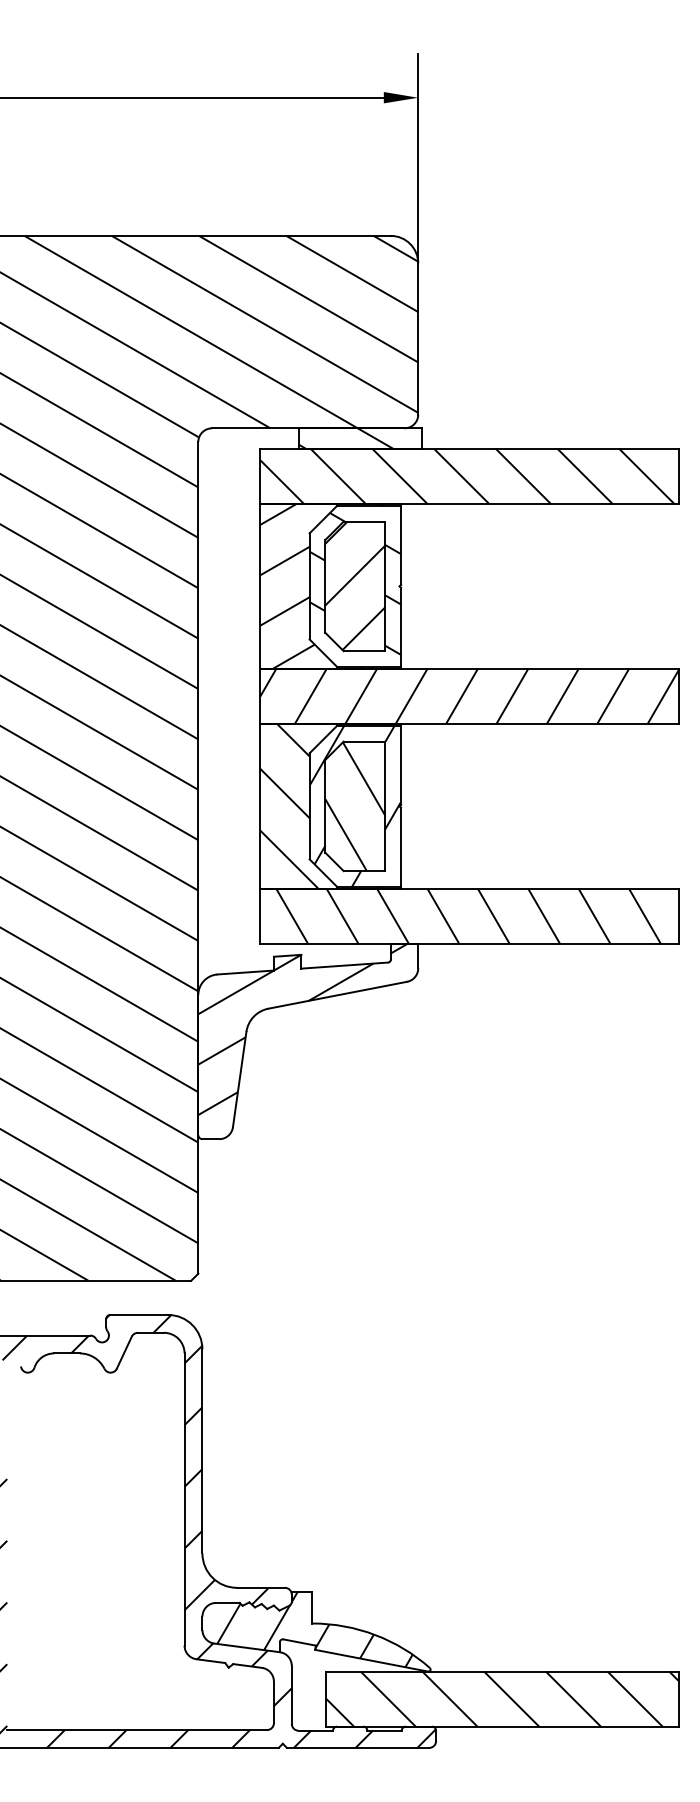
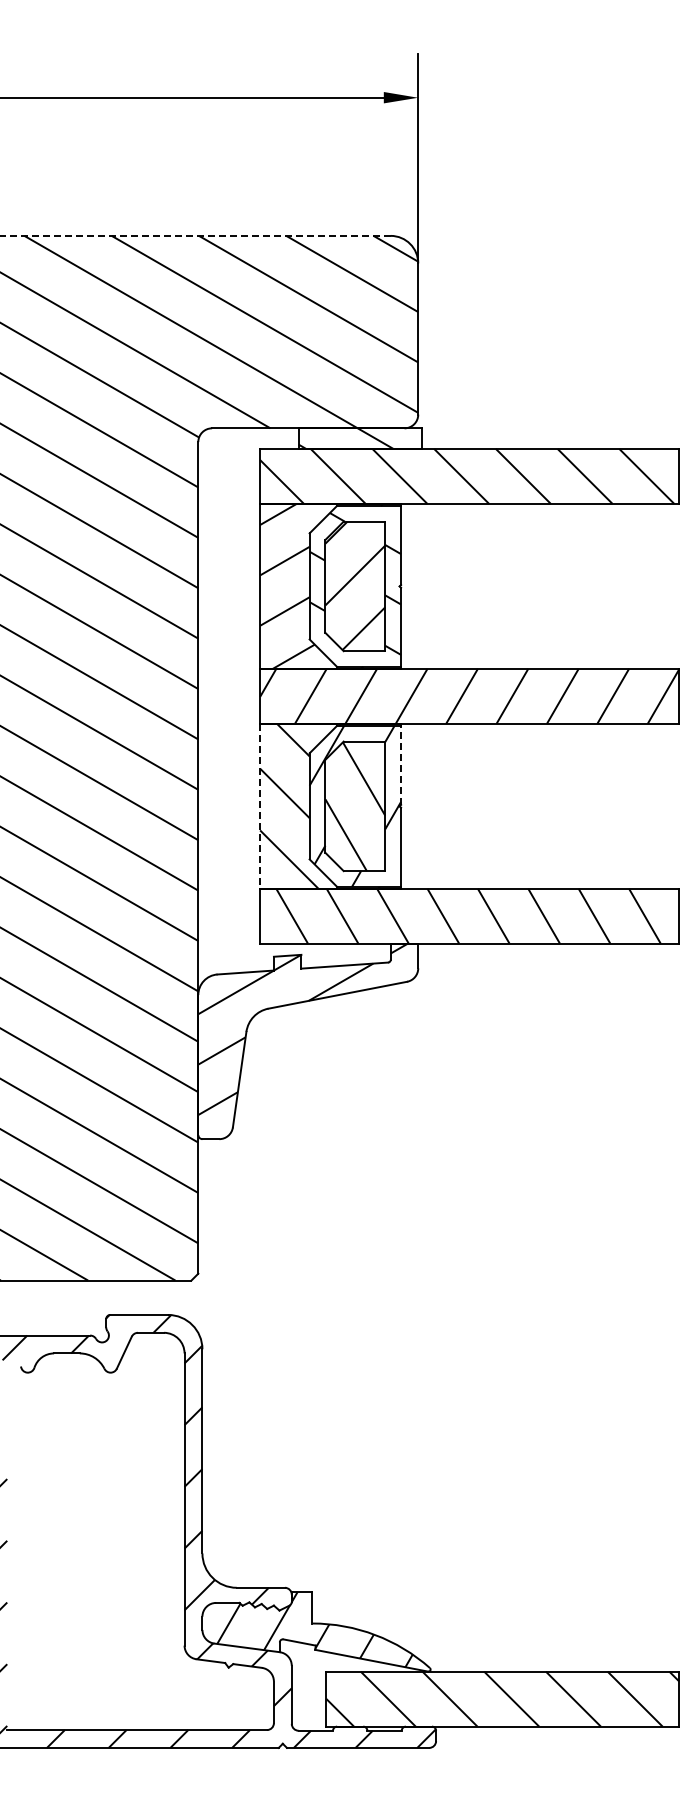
line at (195, 235): solid -> dashed
line at (401, 765): solid -> dashed
line at (260, 806): solid -> dashed
